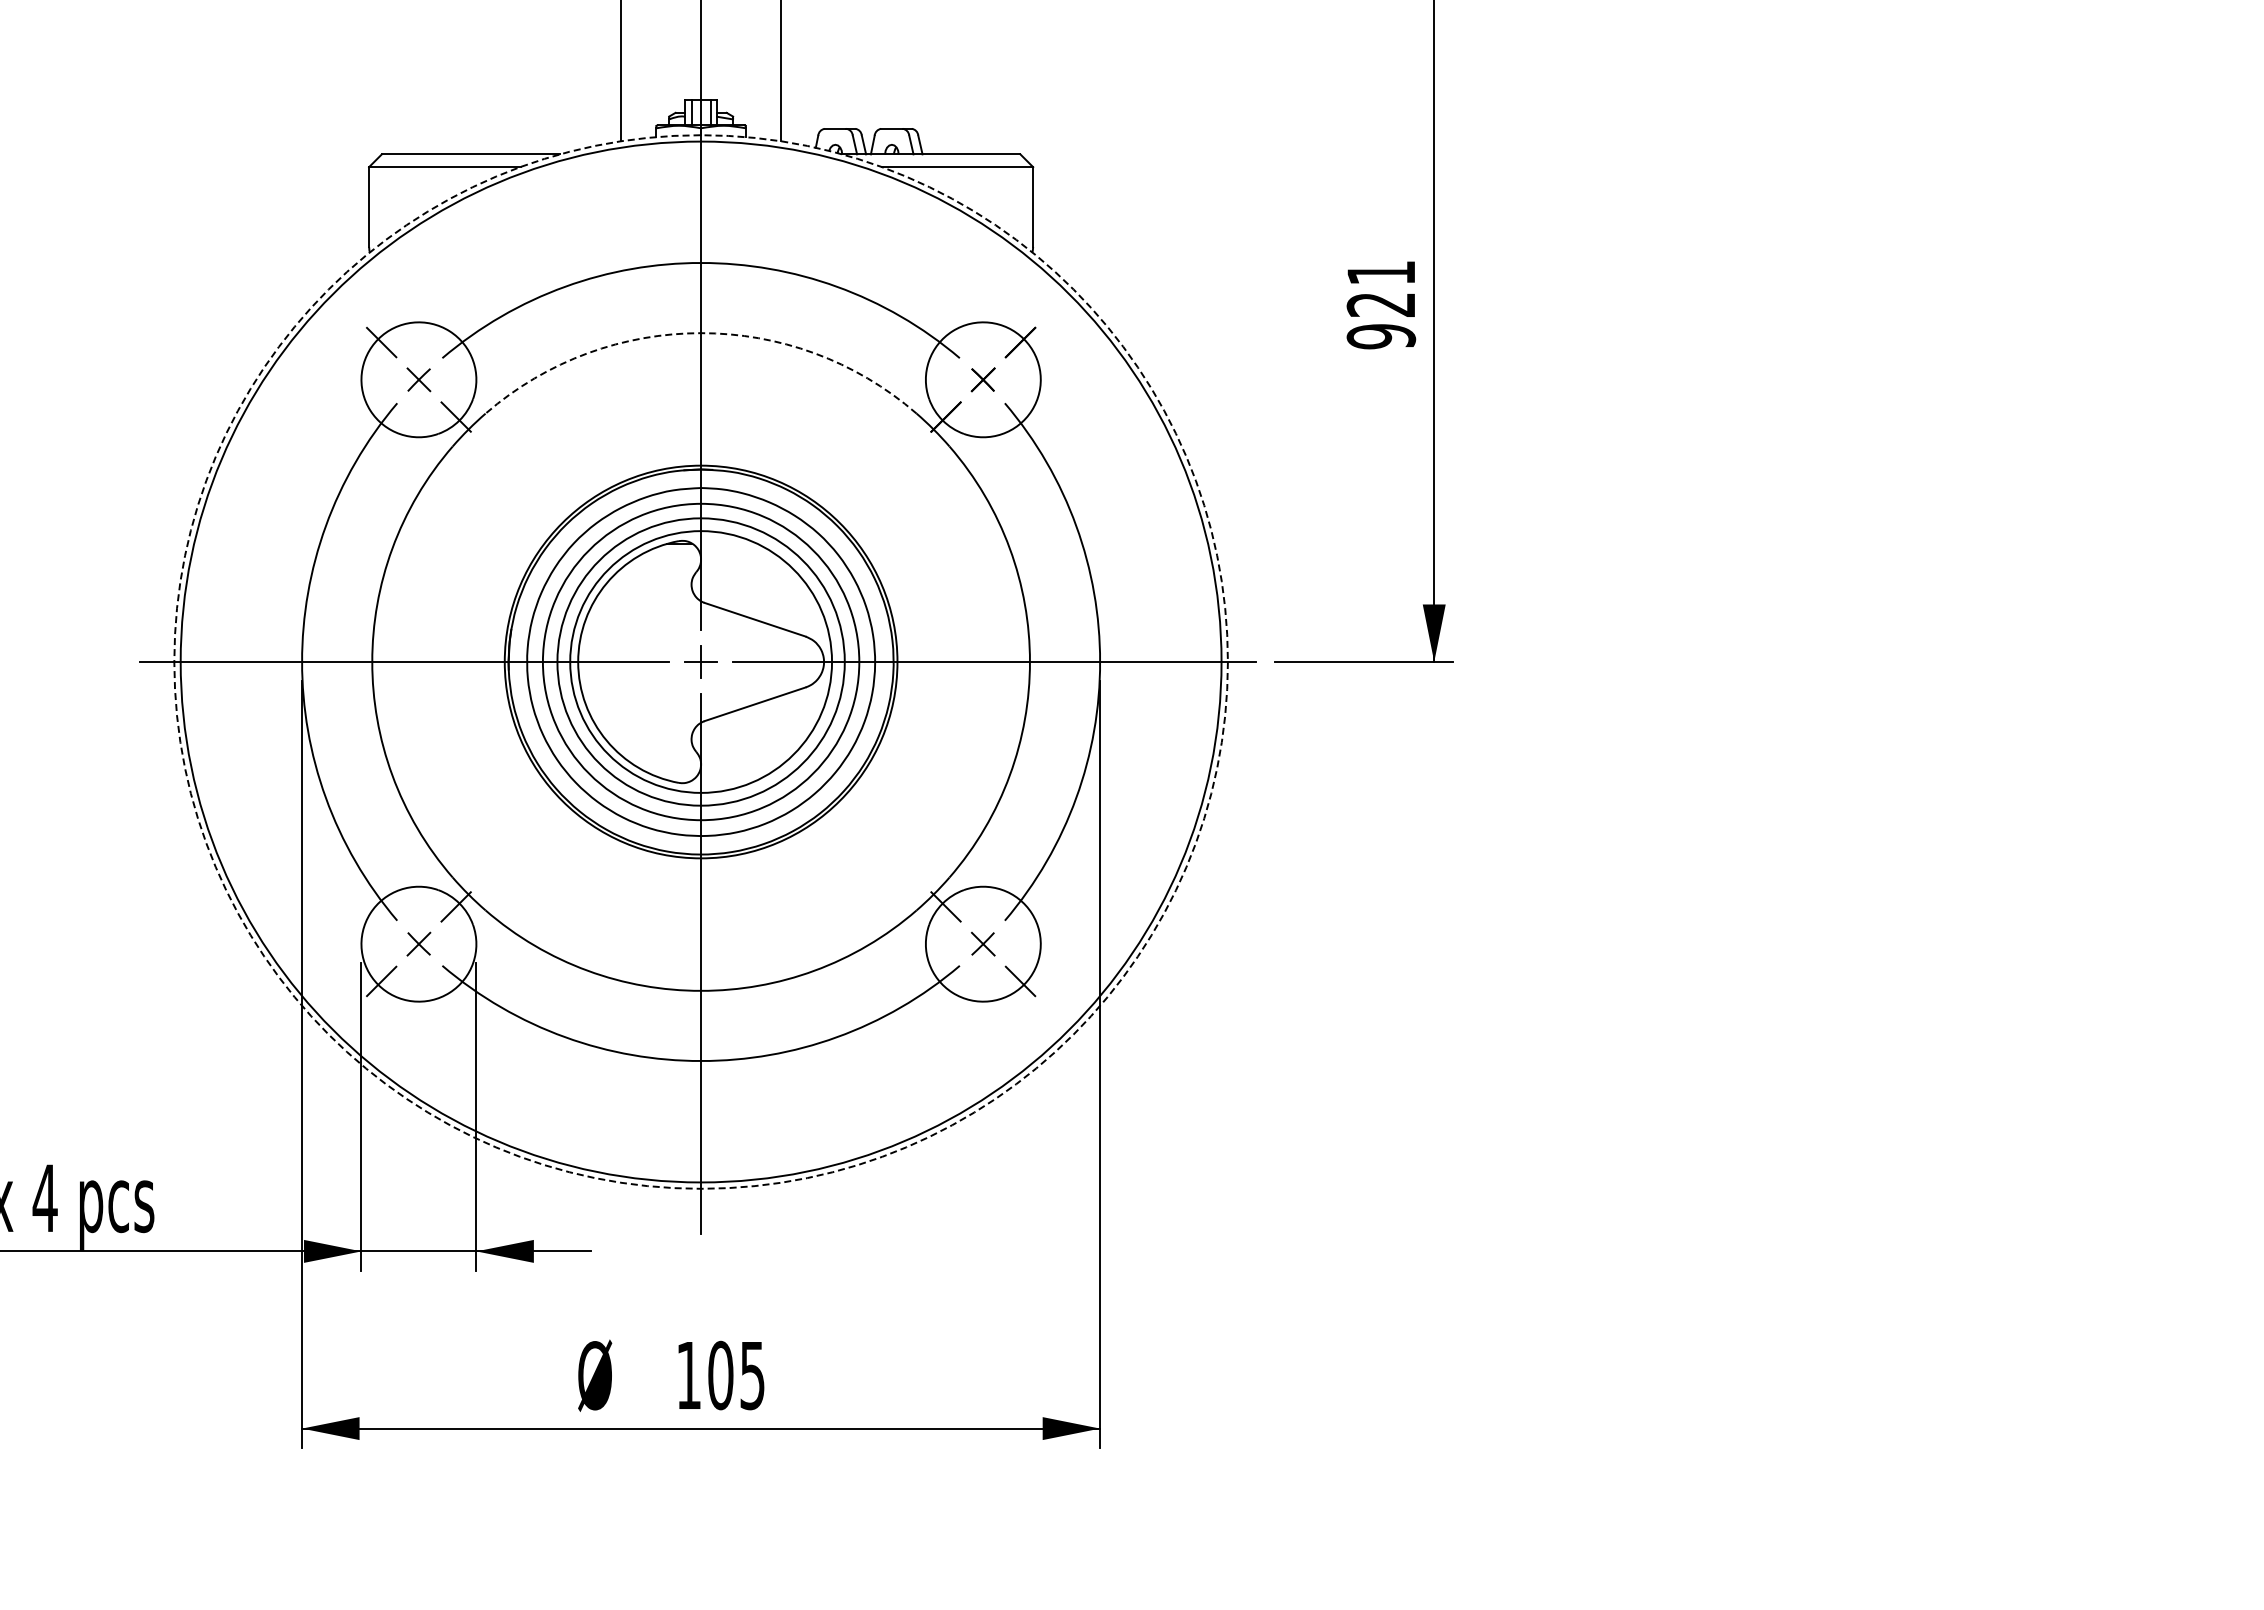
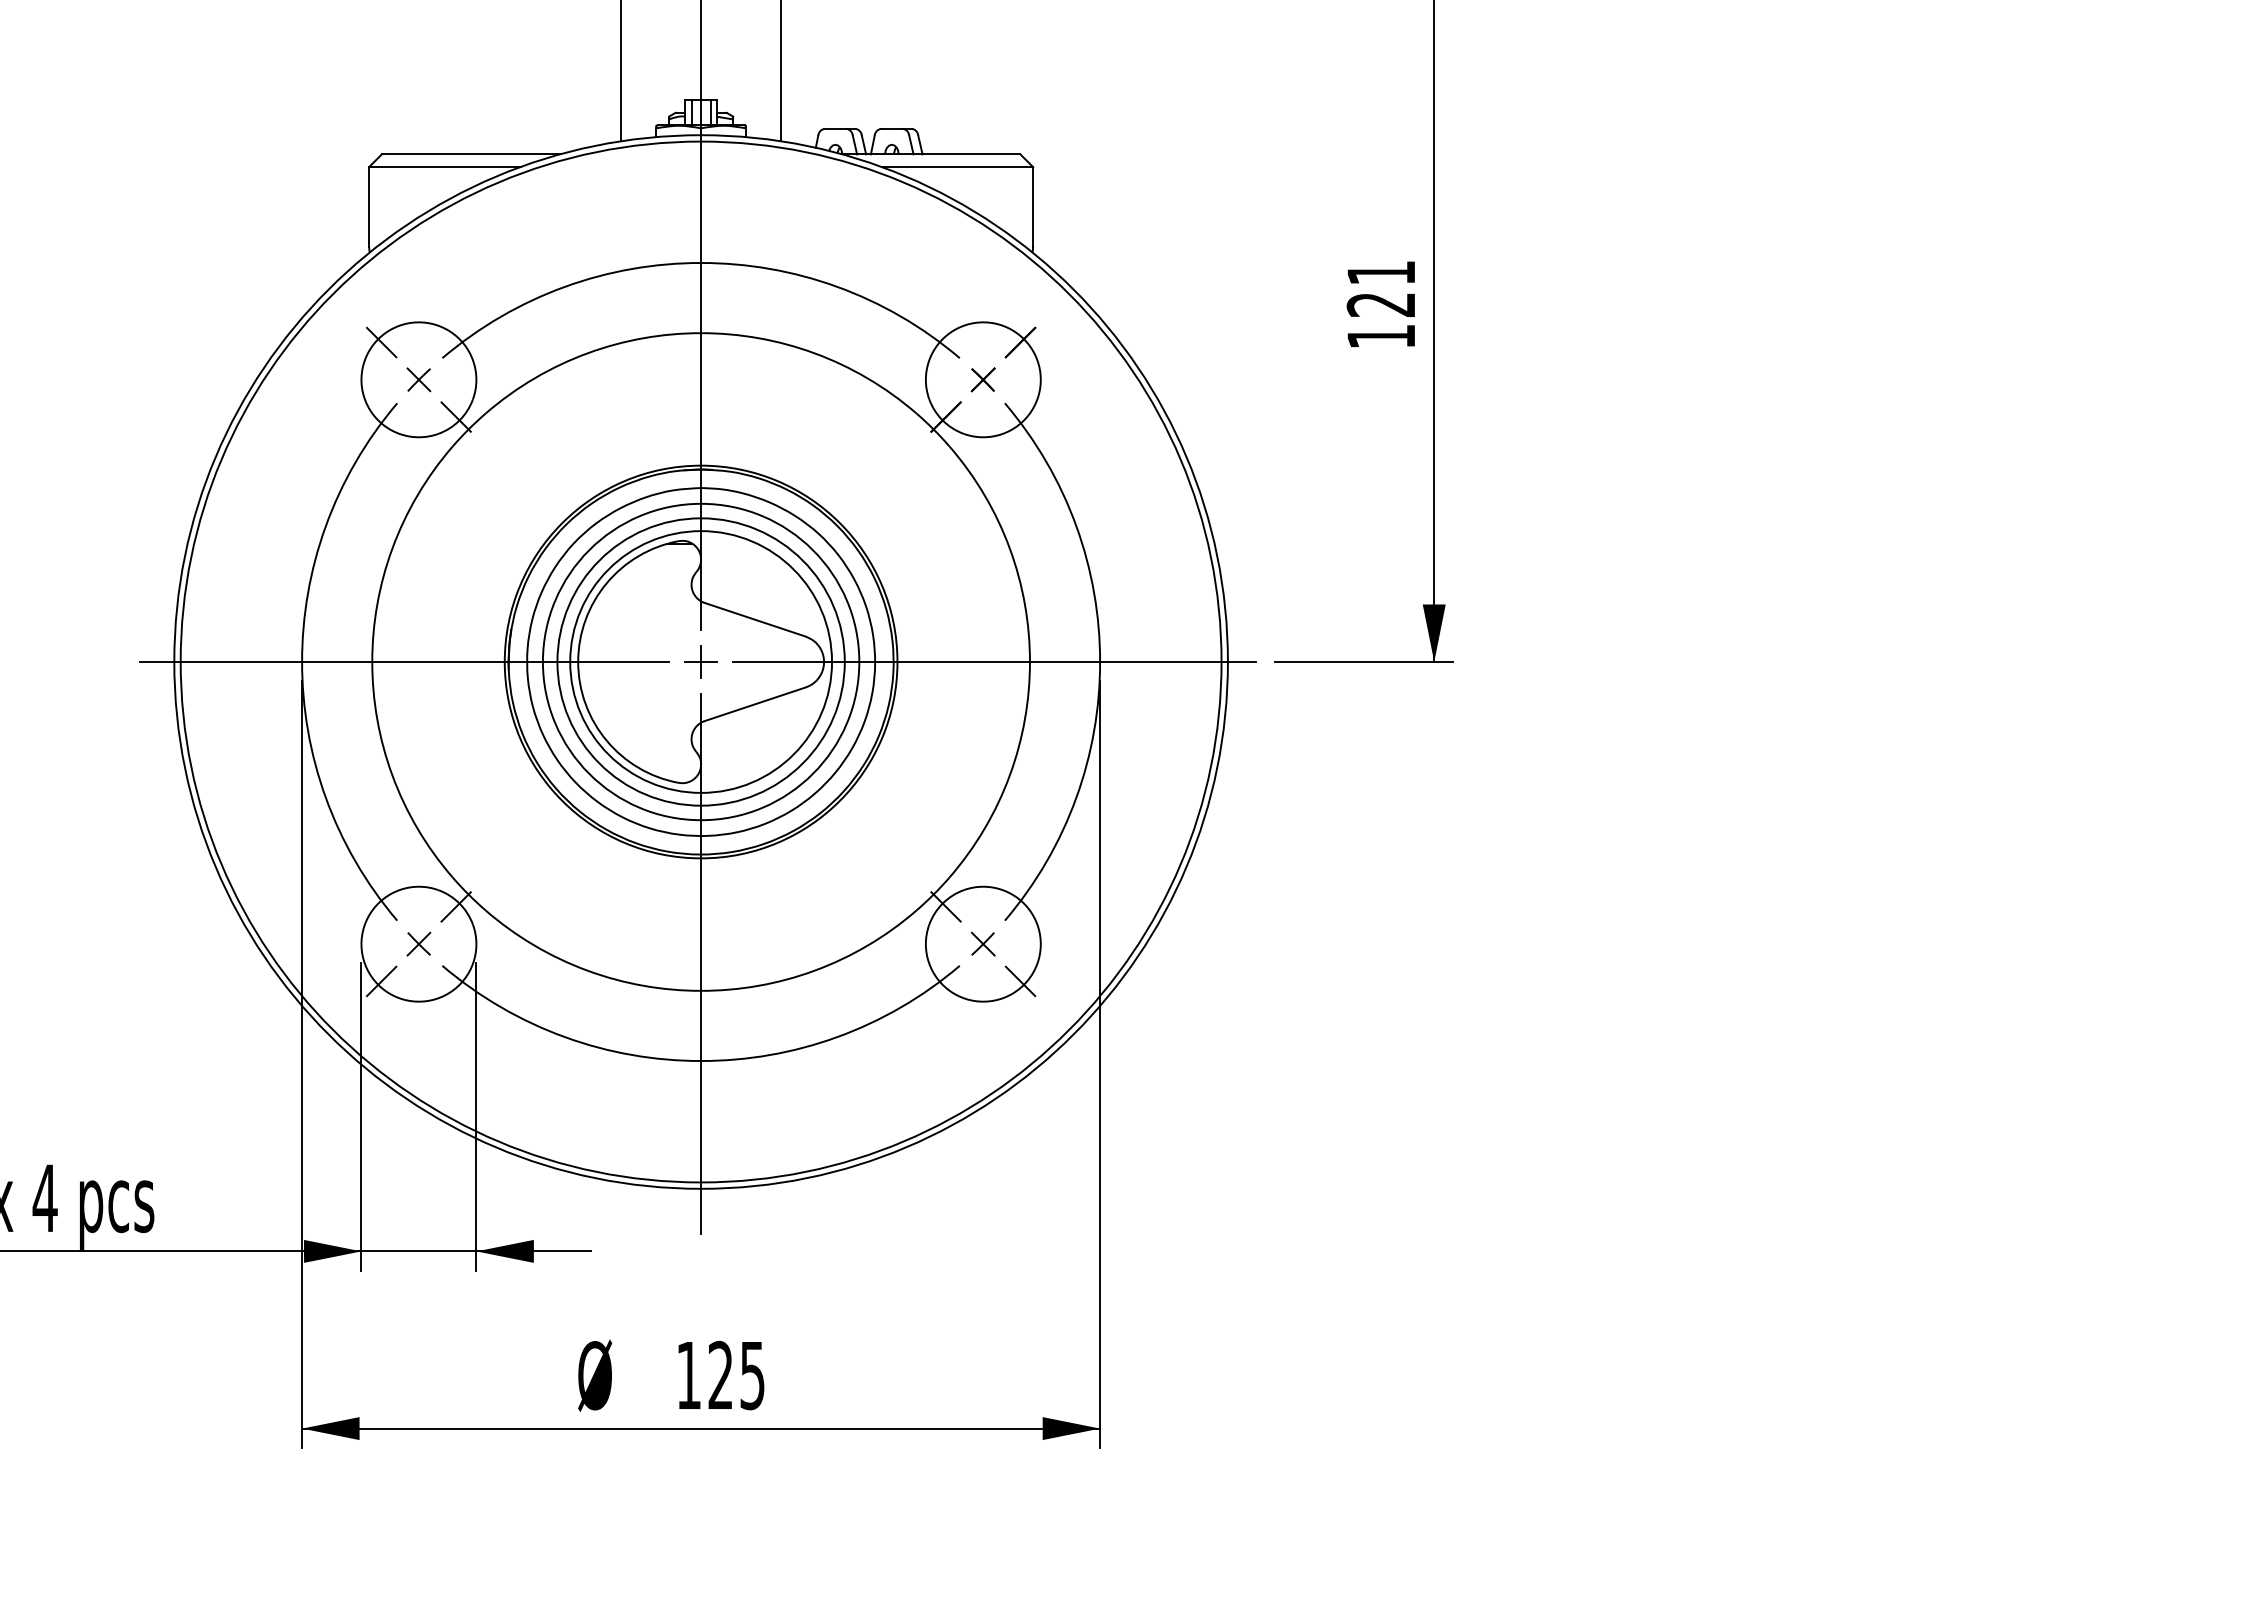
arc at (701, 333): dashed -> solid
text at (1381, 336): 921 -> 121
circle at (700, 661): dashed -> solid
text at (720, 1375): 105 -> 125
